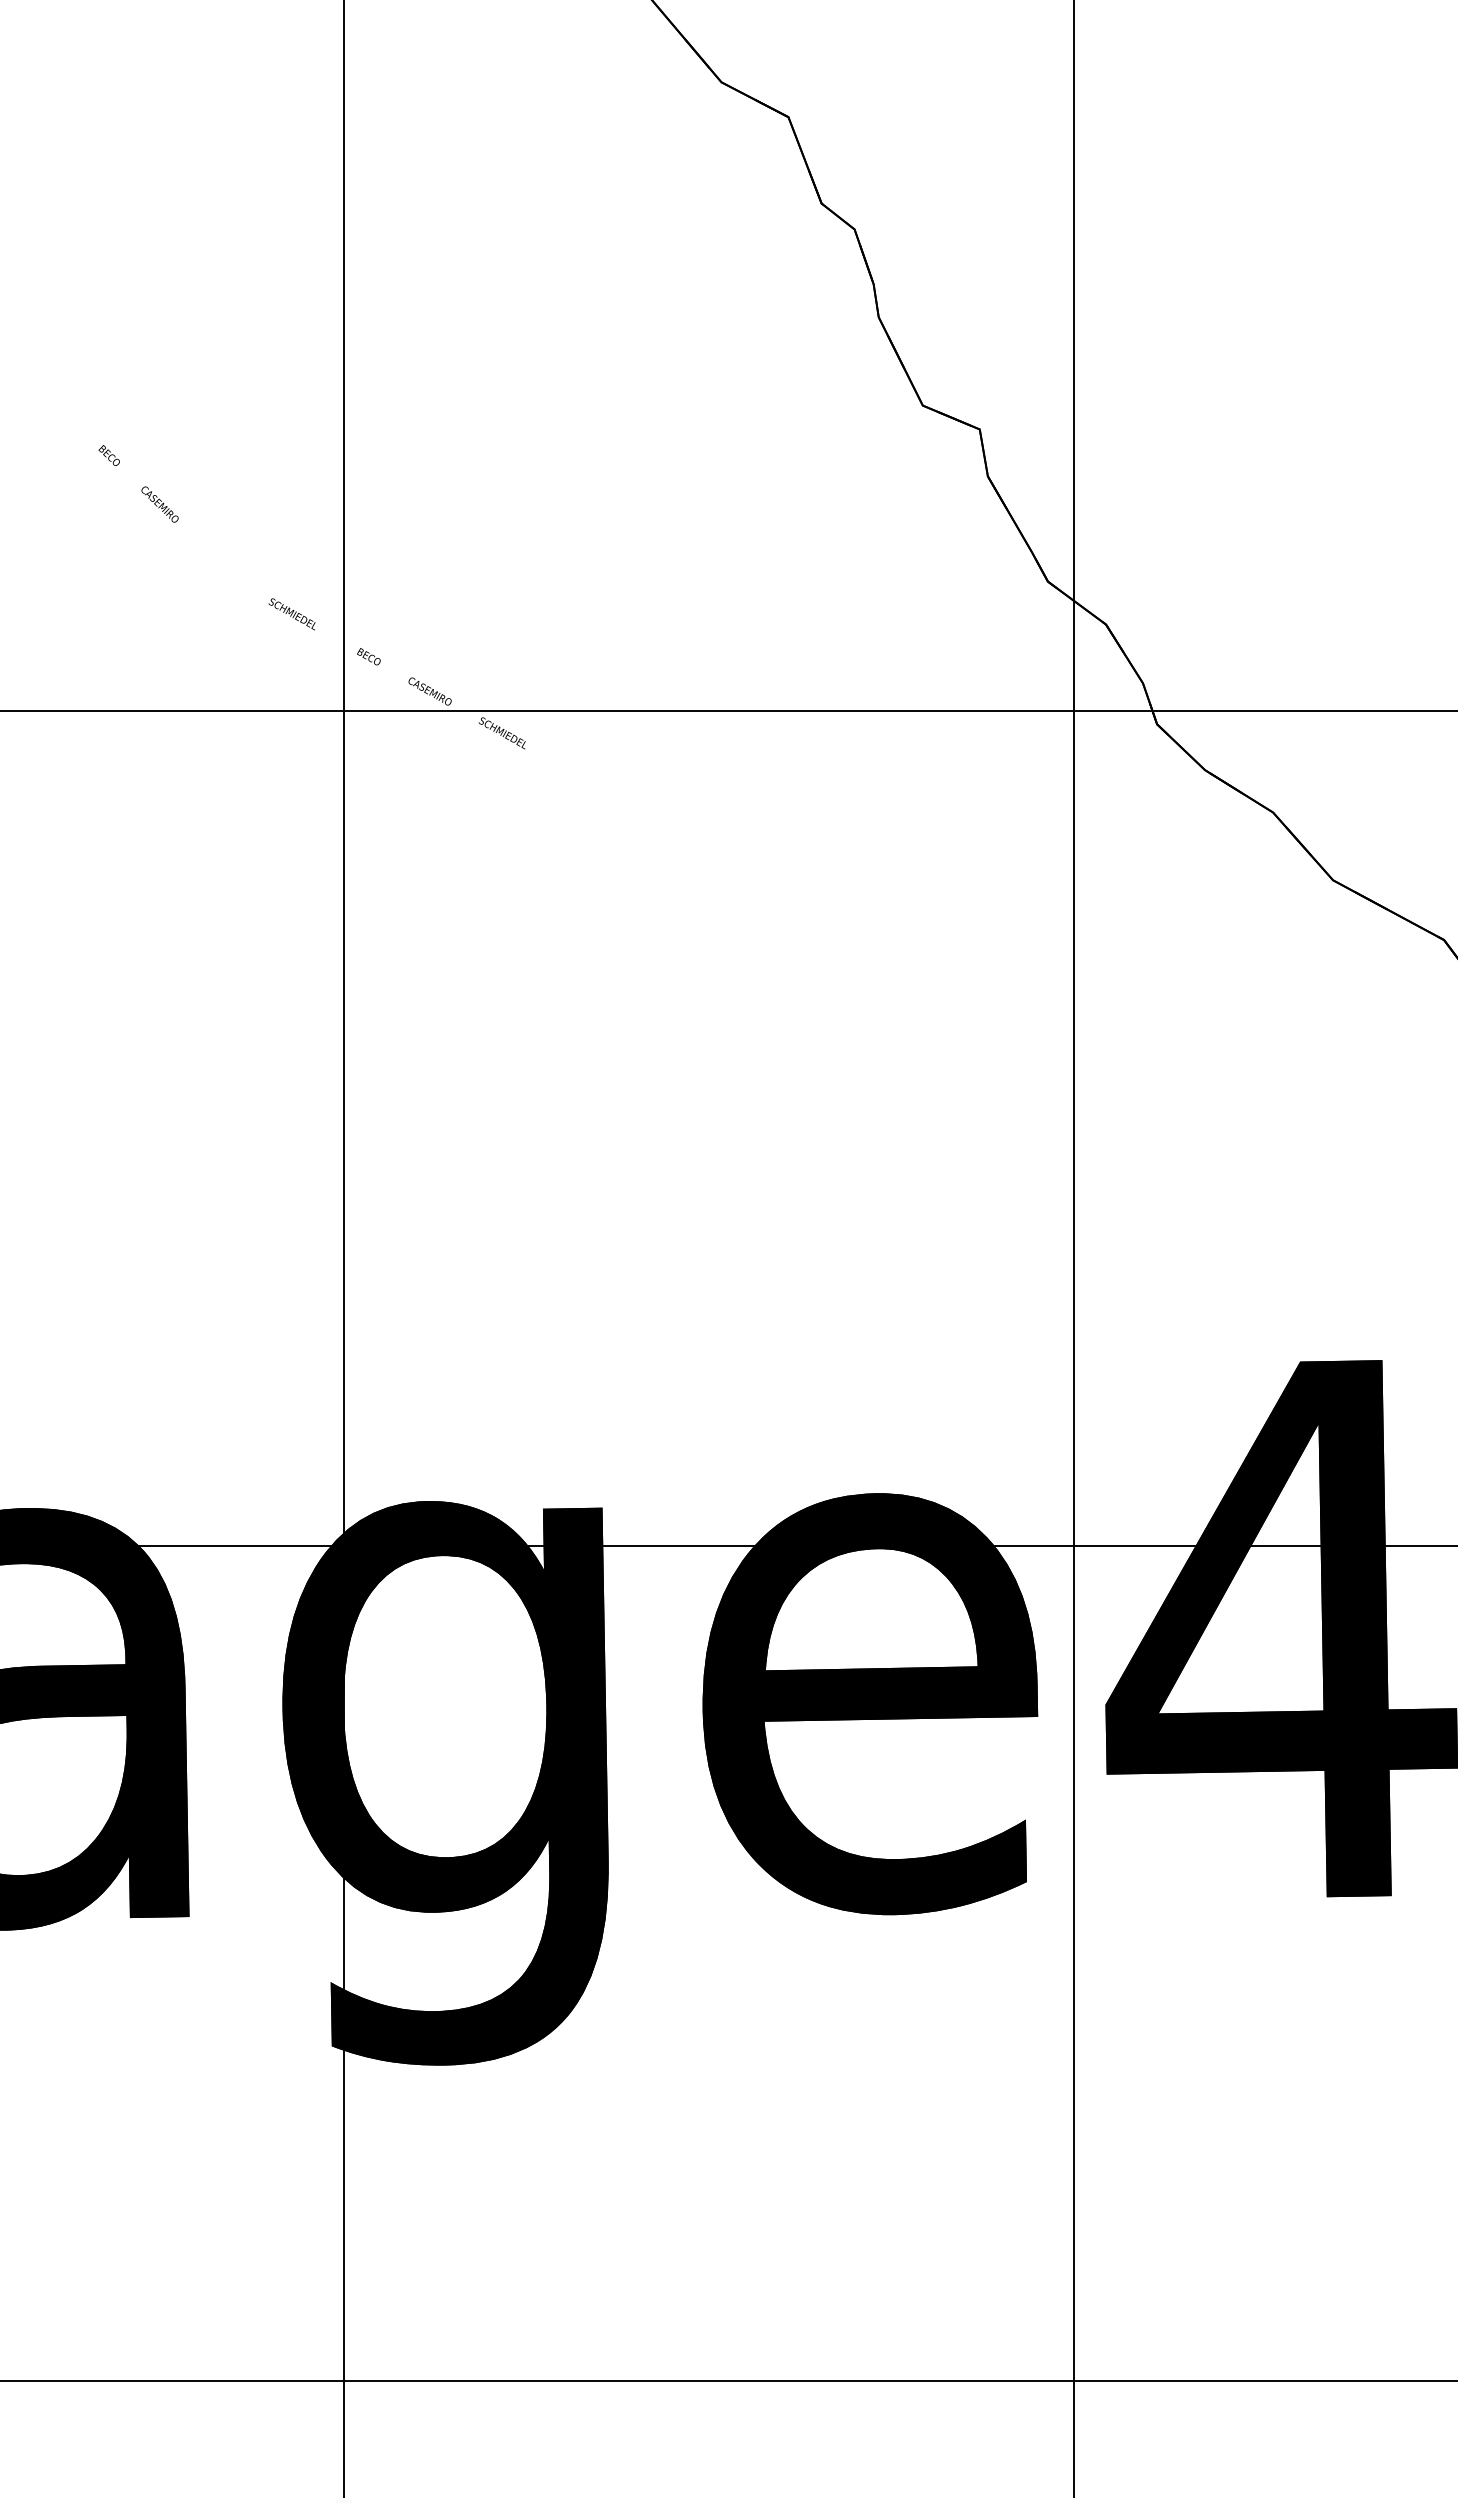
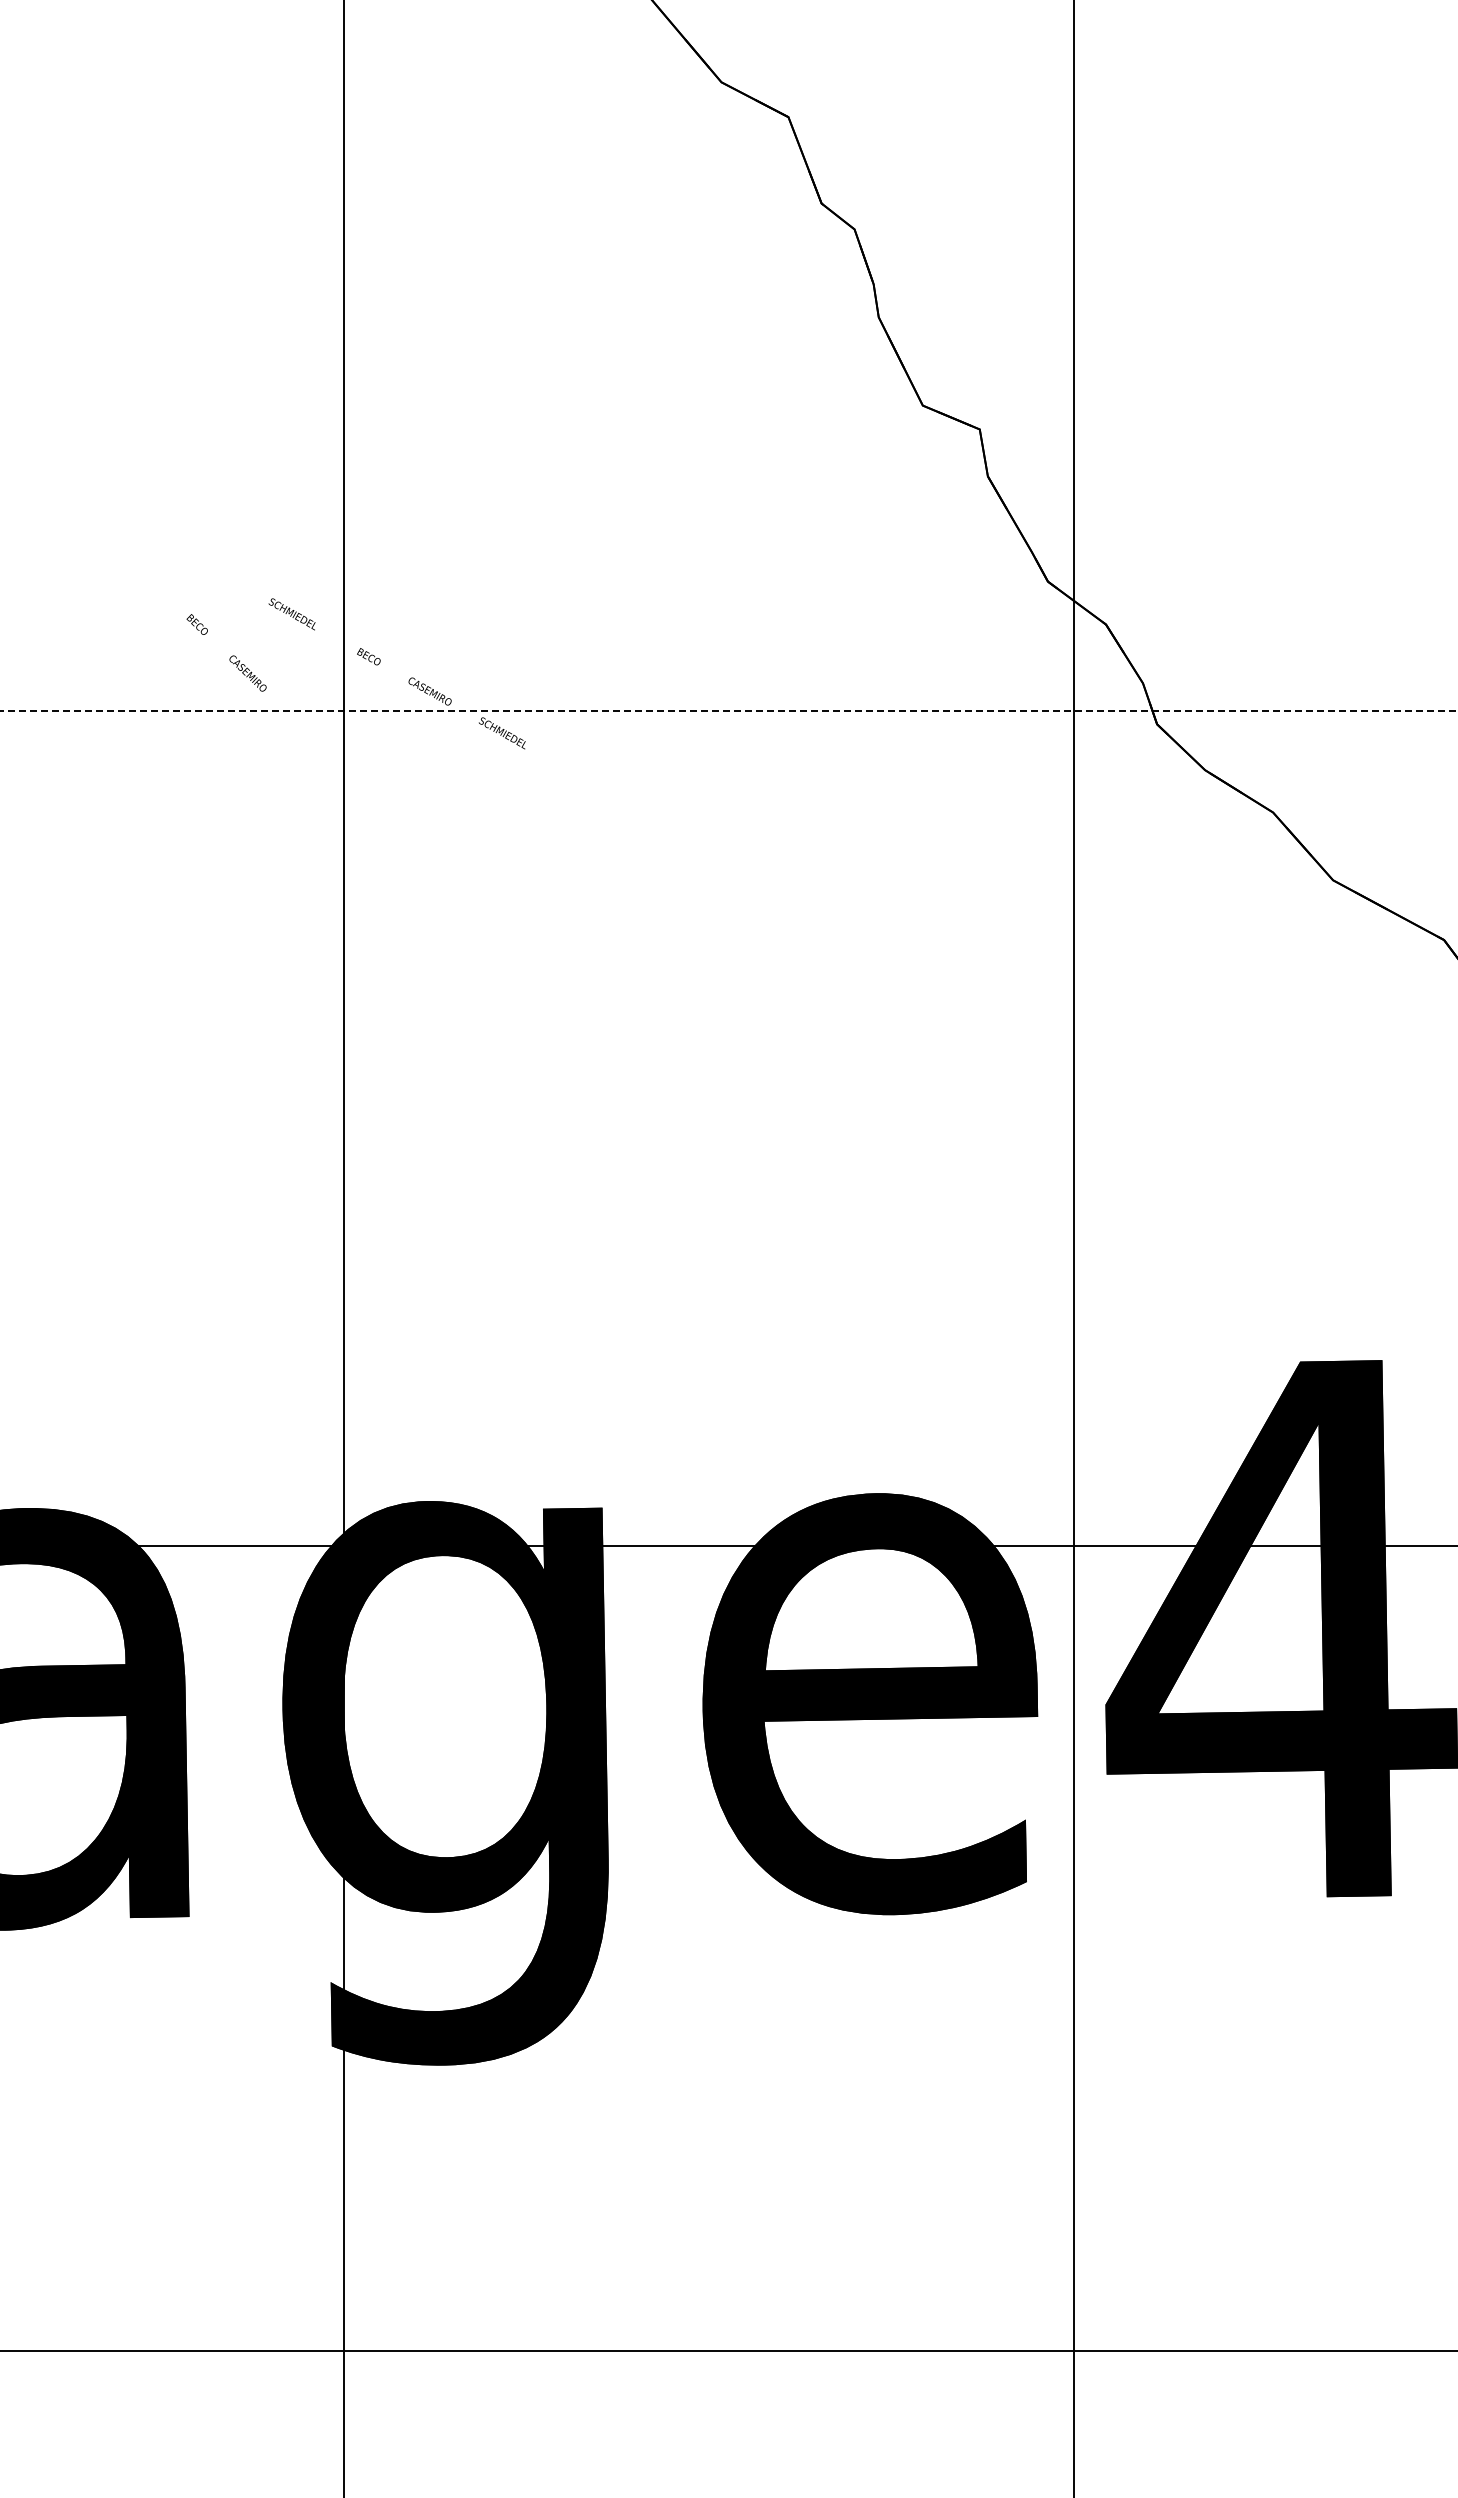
text at (138, 483) position: (138, 483) -> (226, 652)
line at (729, 711): solid -> dashed
line at (728, 2380) position: (728, 2380) -> (728, 2350)
